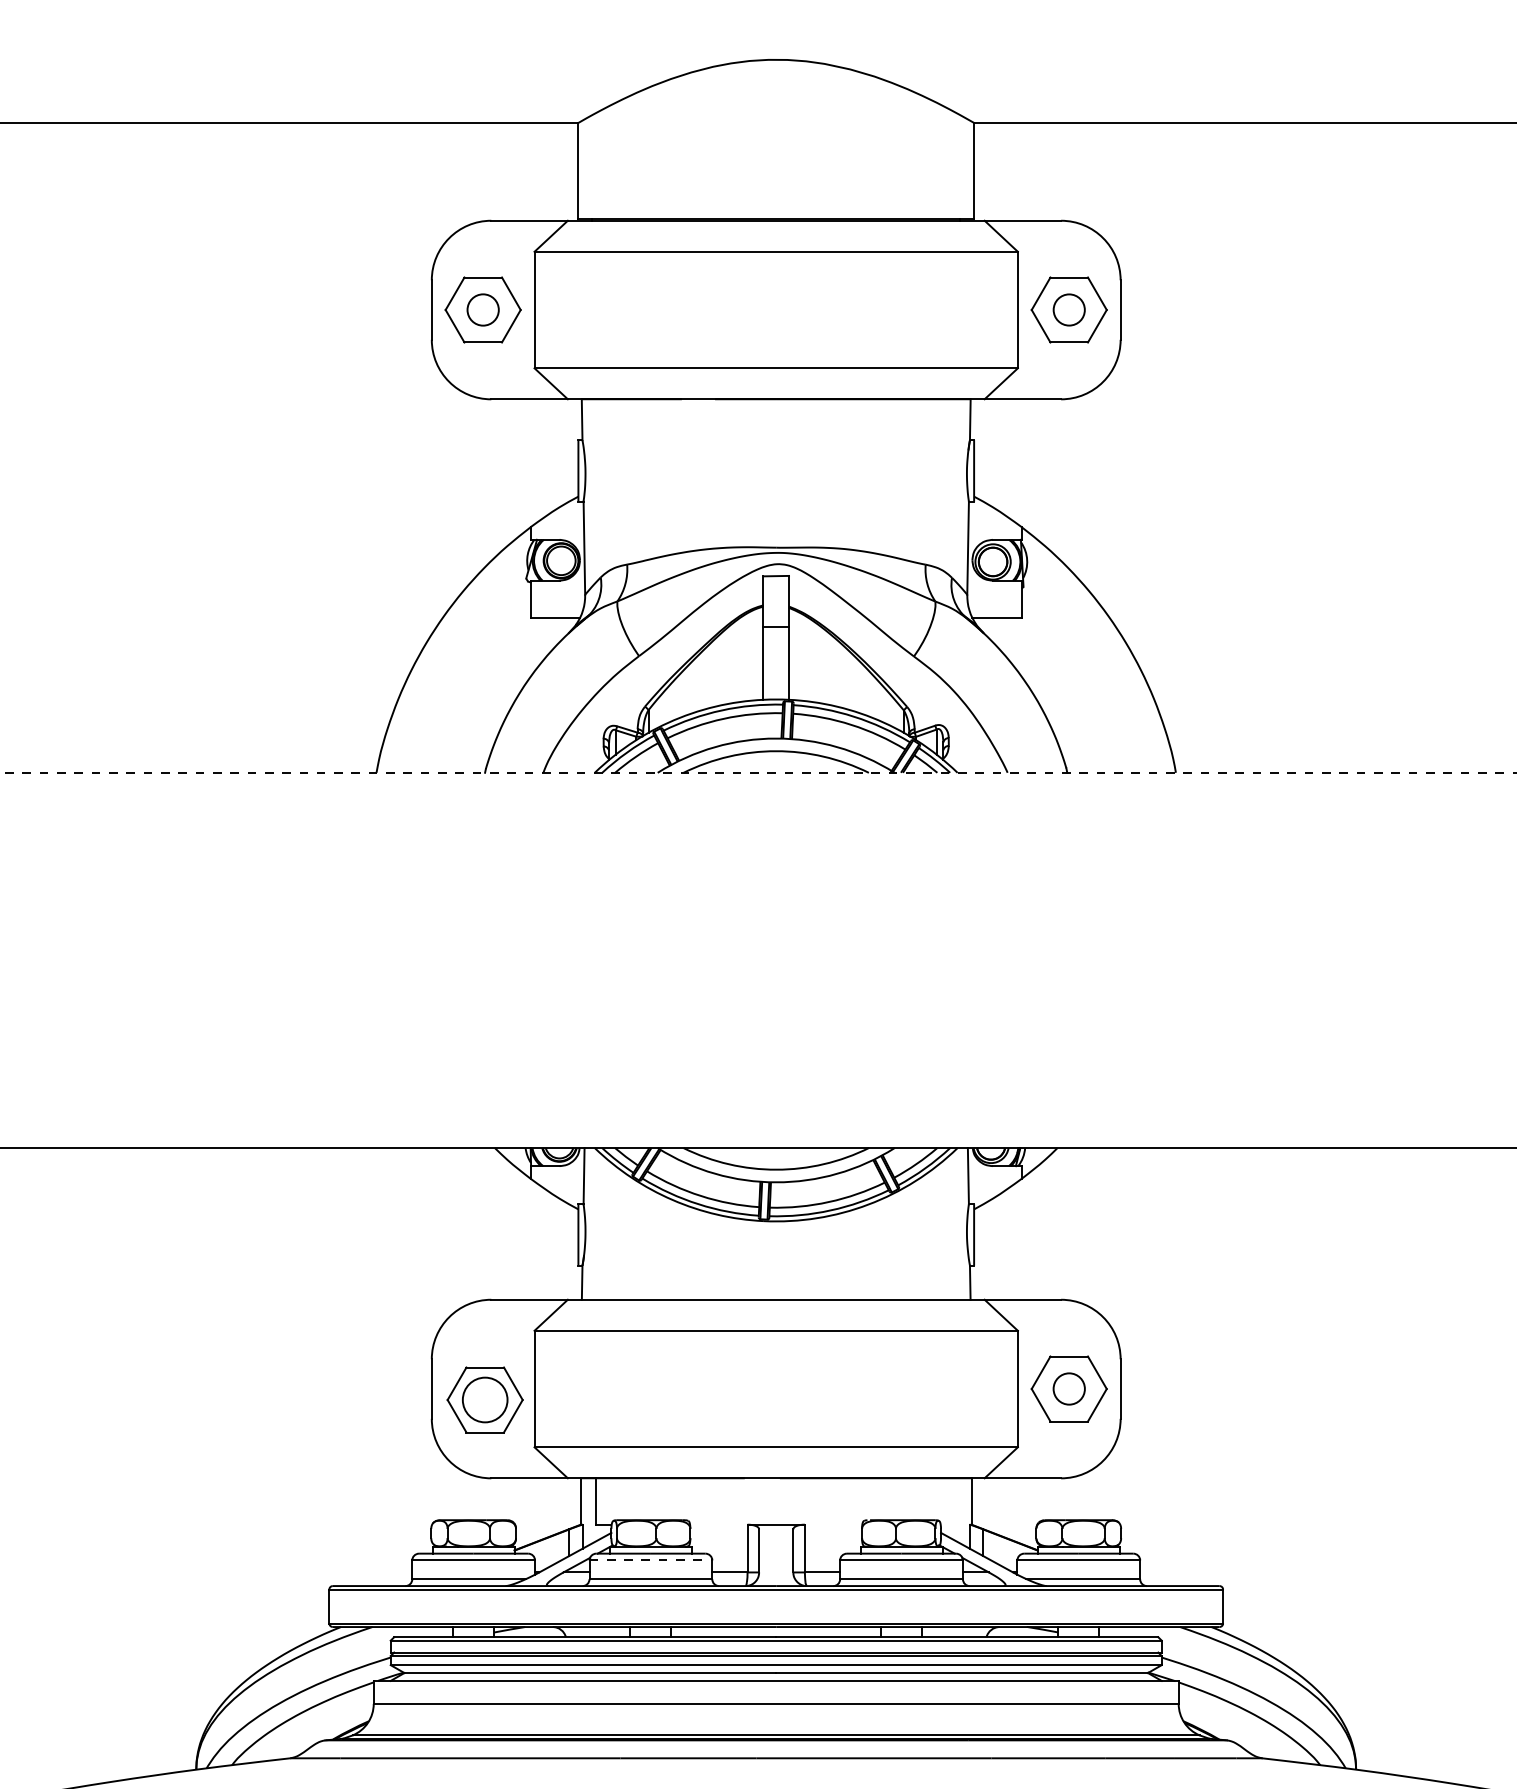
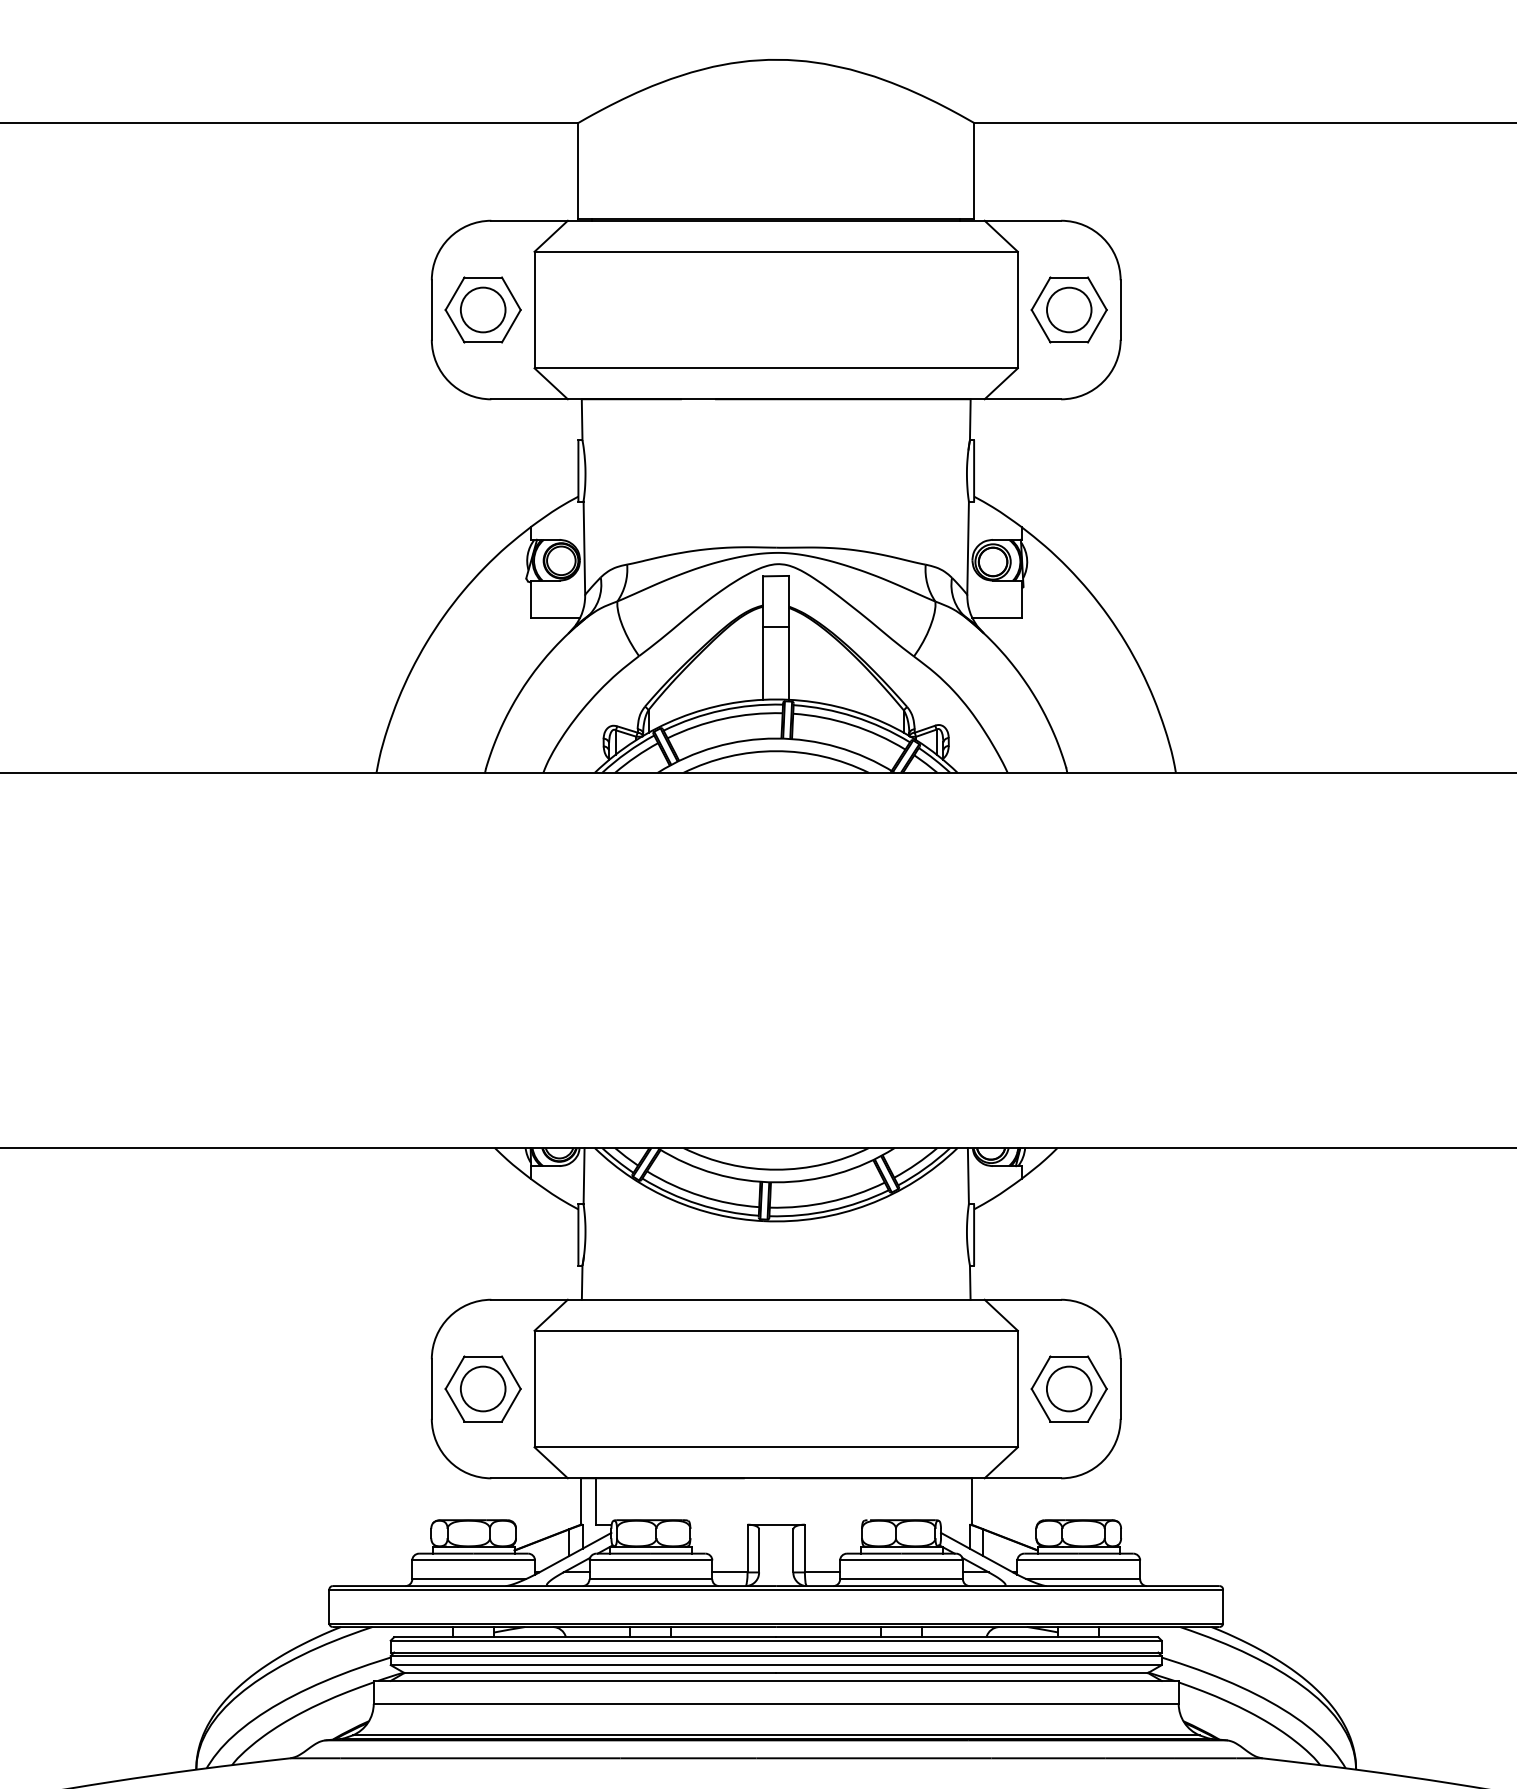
circle at (482, 309) diameter: 31 px -> 45 px
circle at (1068, 309) diameter: 31 px -> 45 px
line at (758, 772): dashed -> solid
circle at (1068, 1388) diameter: 31 px -> 45 px
part at (484, 1399) position: (484, 1399) -> (482, 1388)
line at (651, 1560): dashed -> solid
